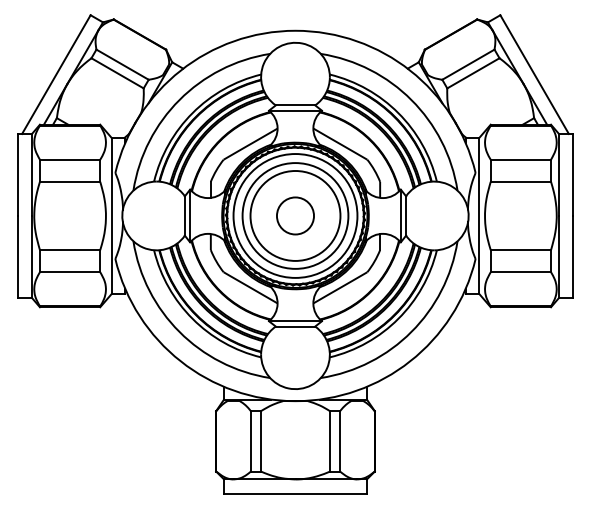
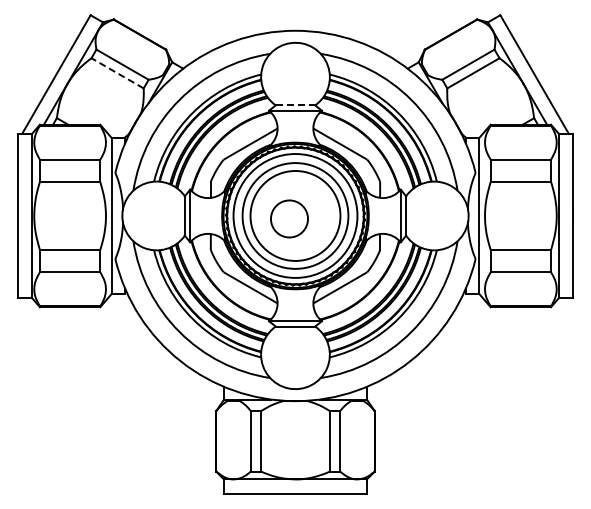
line at (117, 73): solid -> dashed
line at (295, 105): solid -> dashed
circle at (295, 215) position: (295, 215) -> (289, 218)
